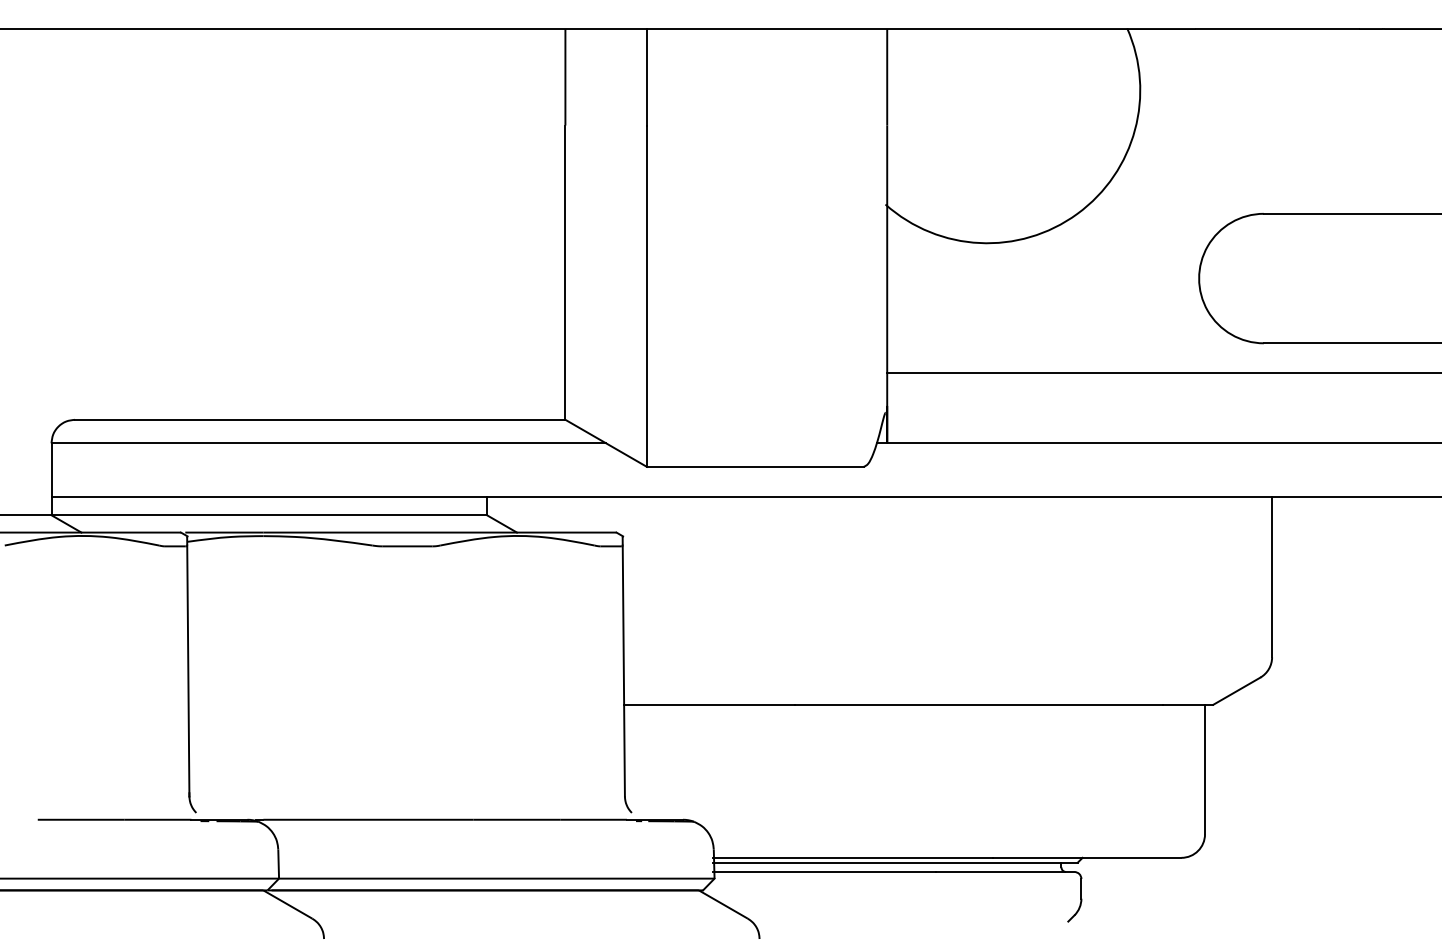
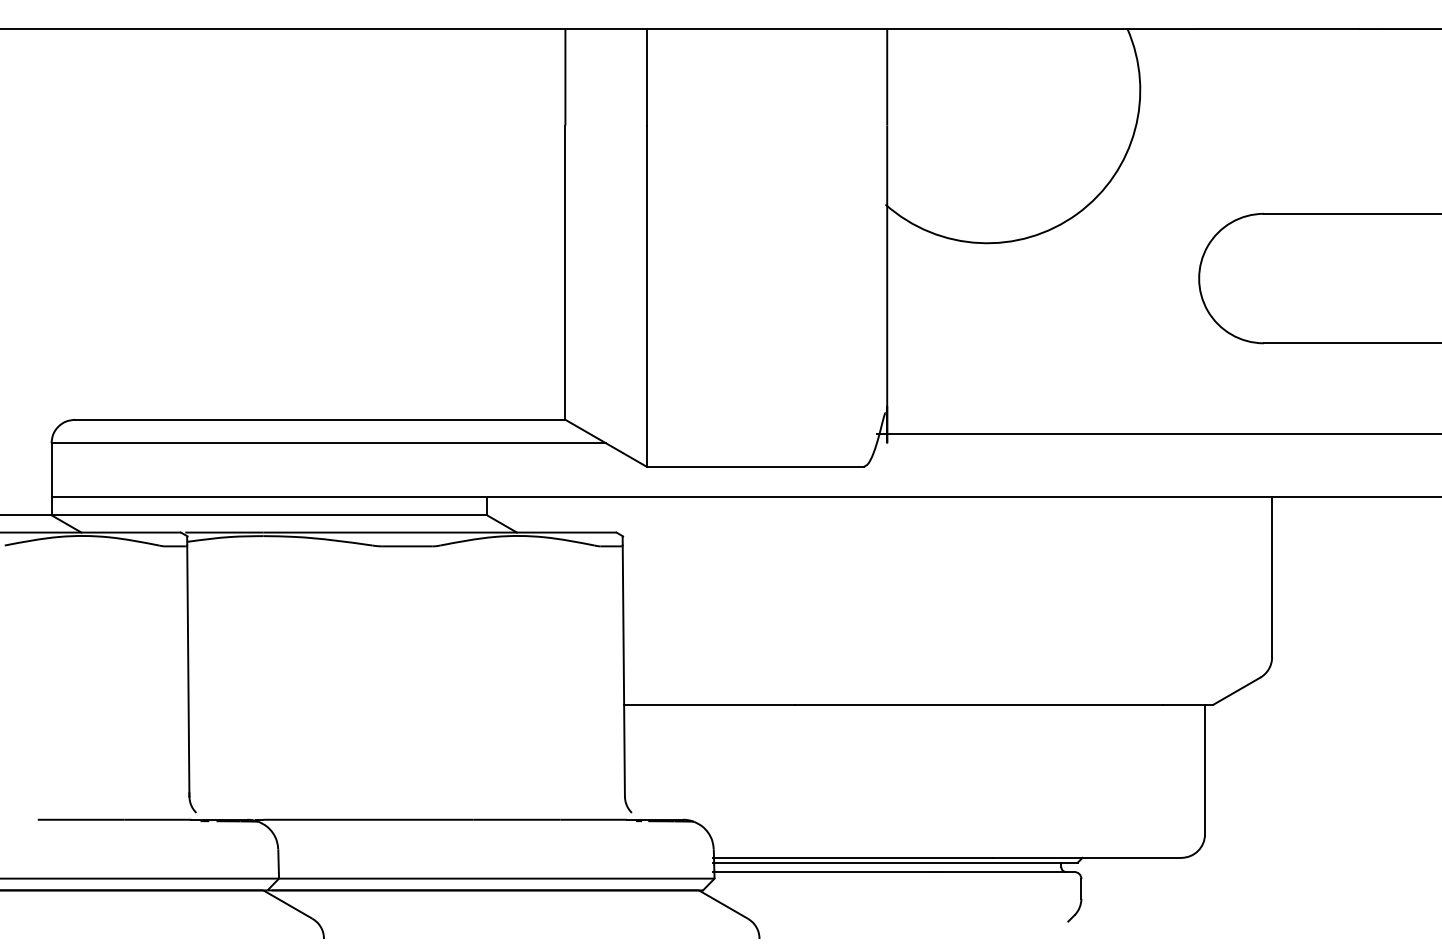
line at (1162, 372): present -> none
line at (1157, 443) position: (1157, 443) -> (1157, 434)
